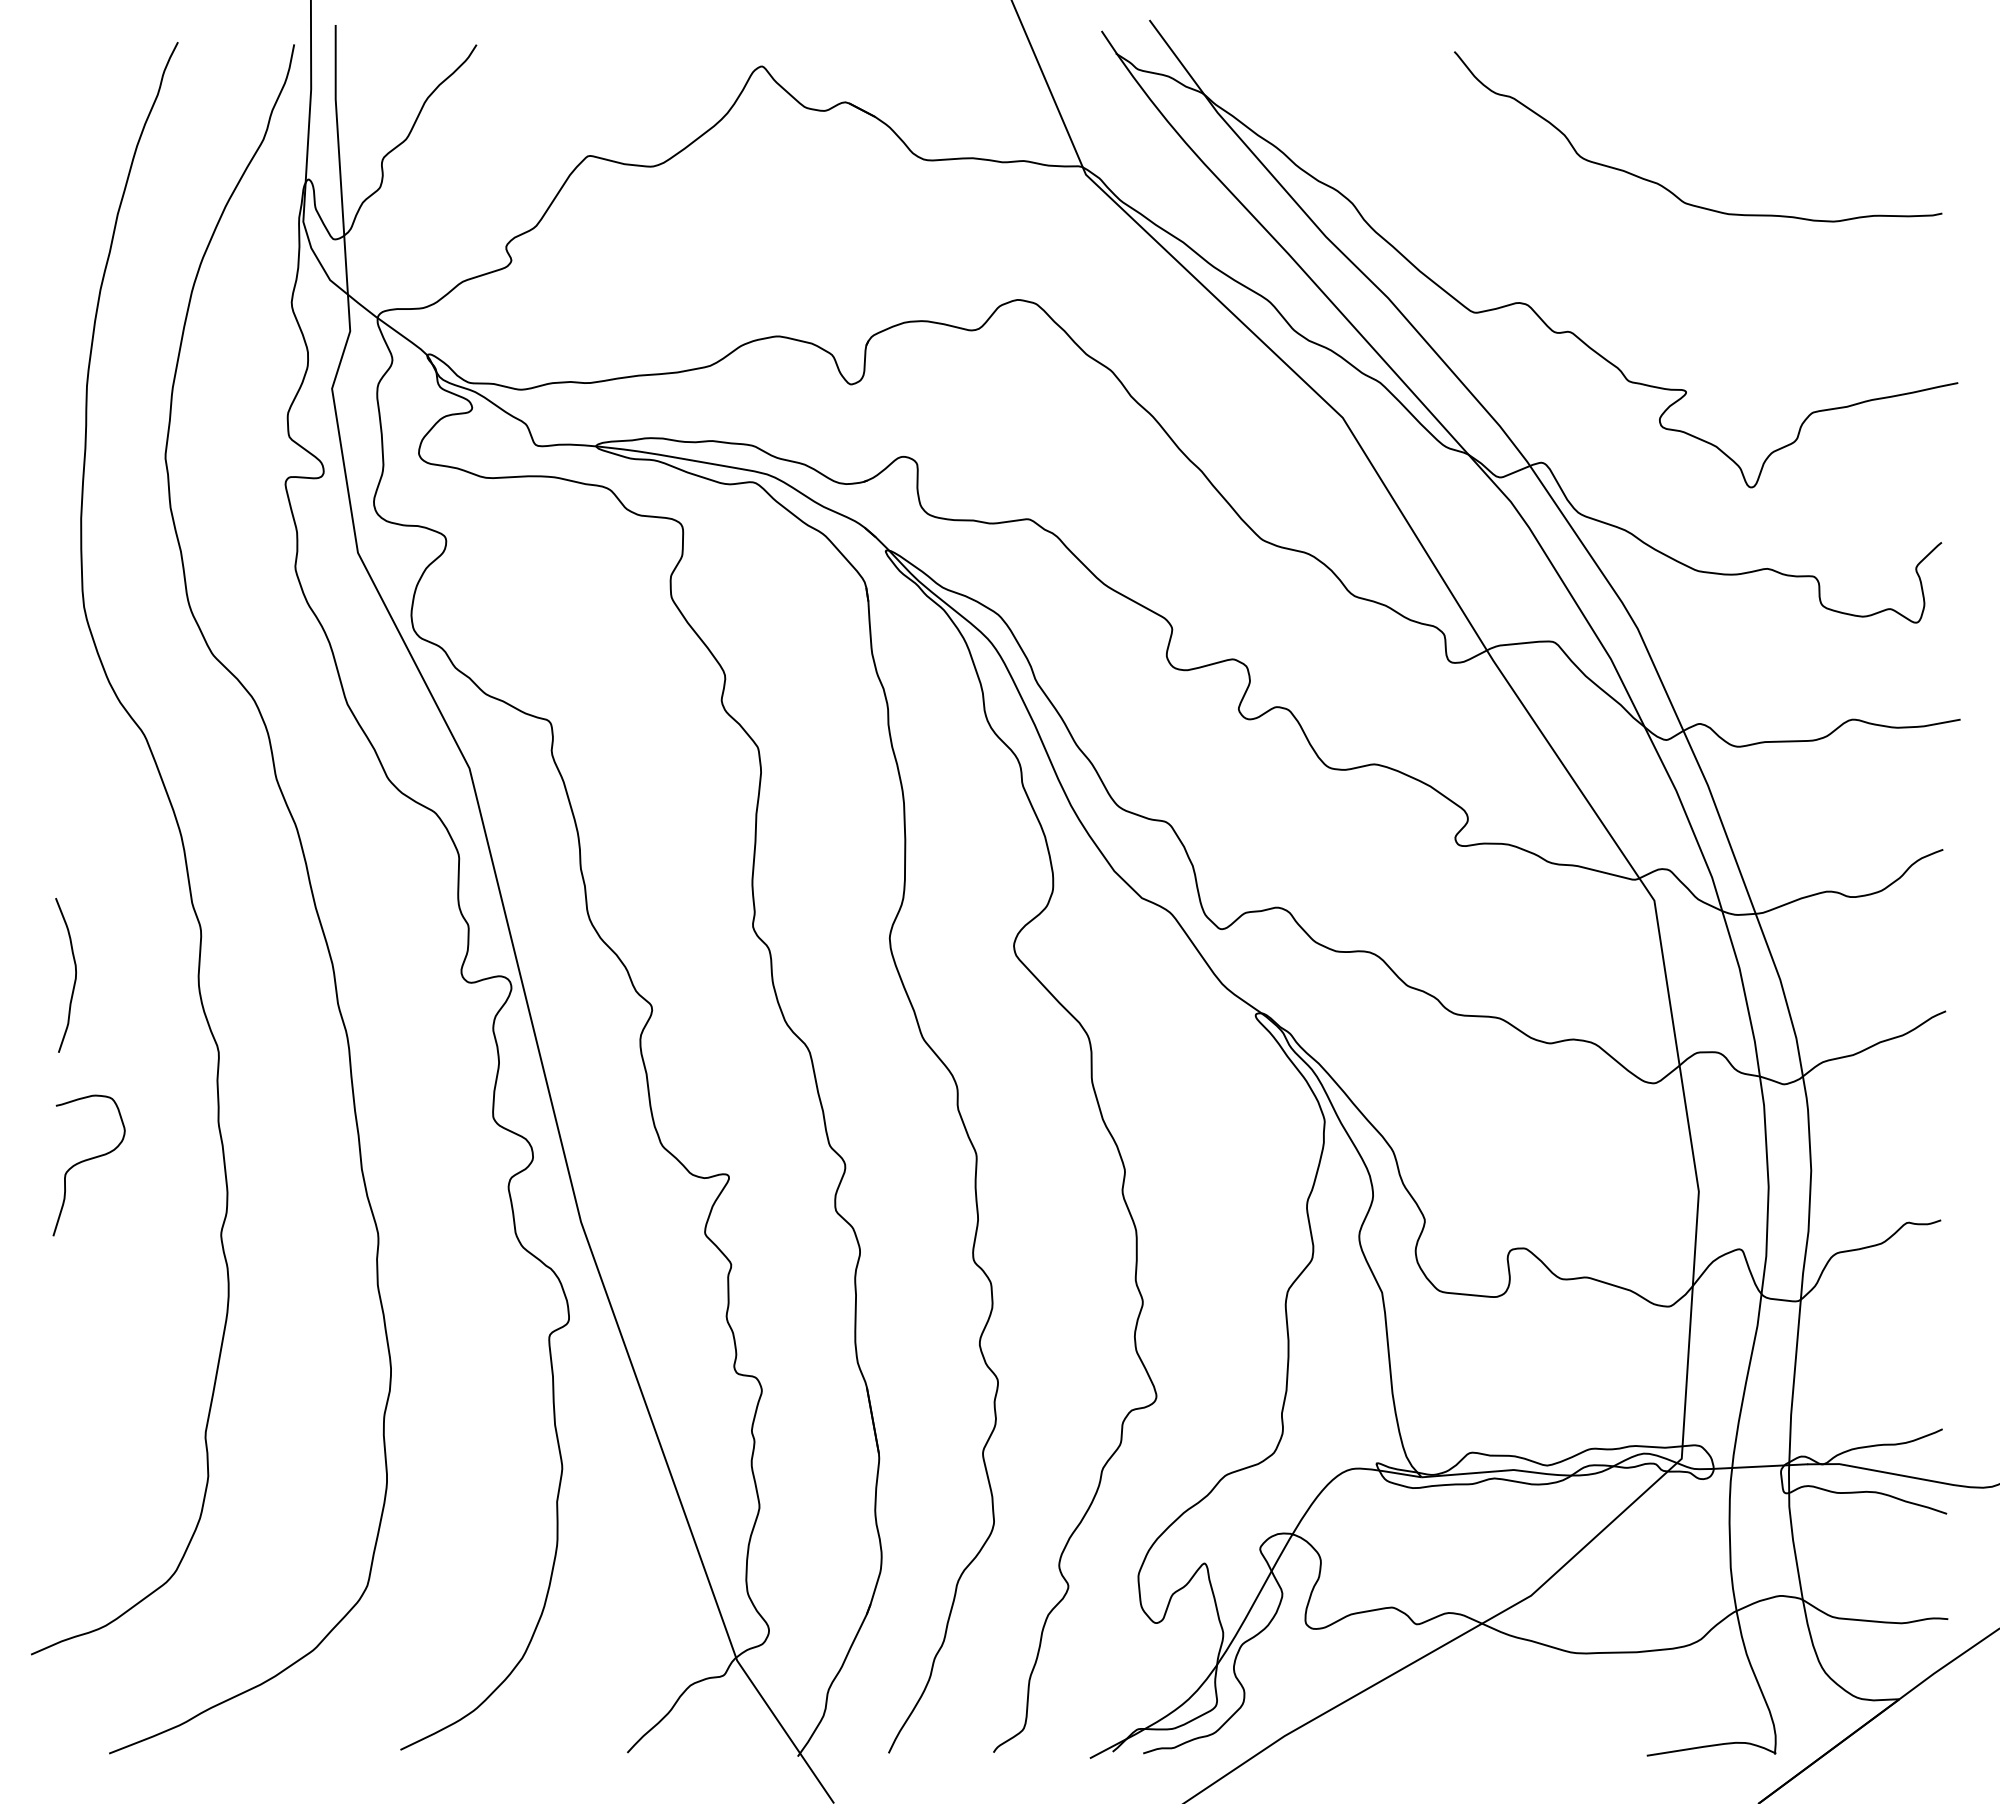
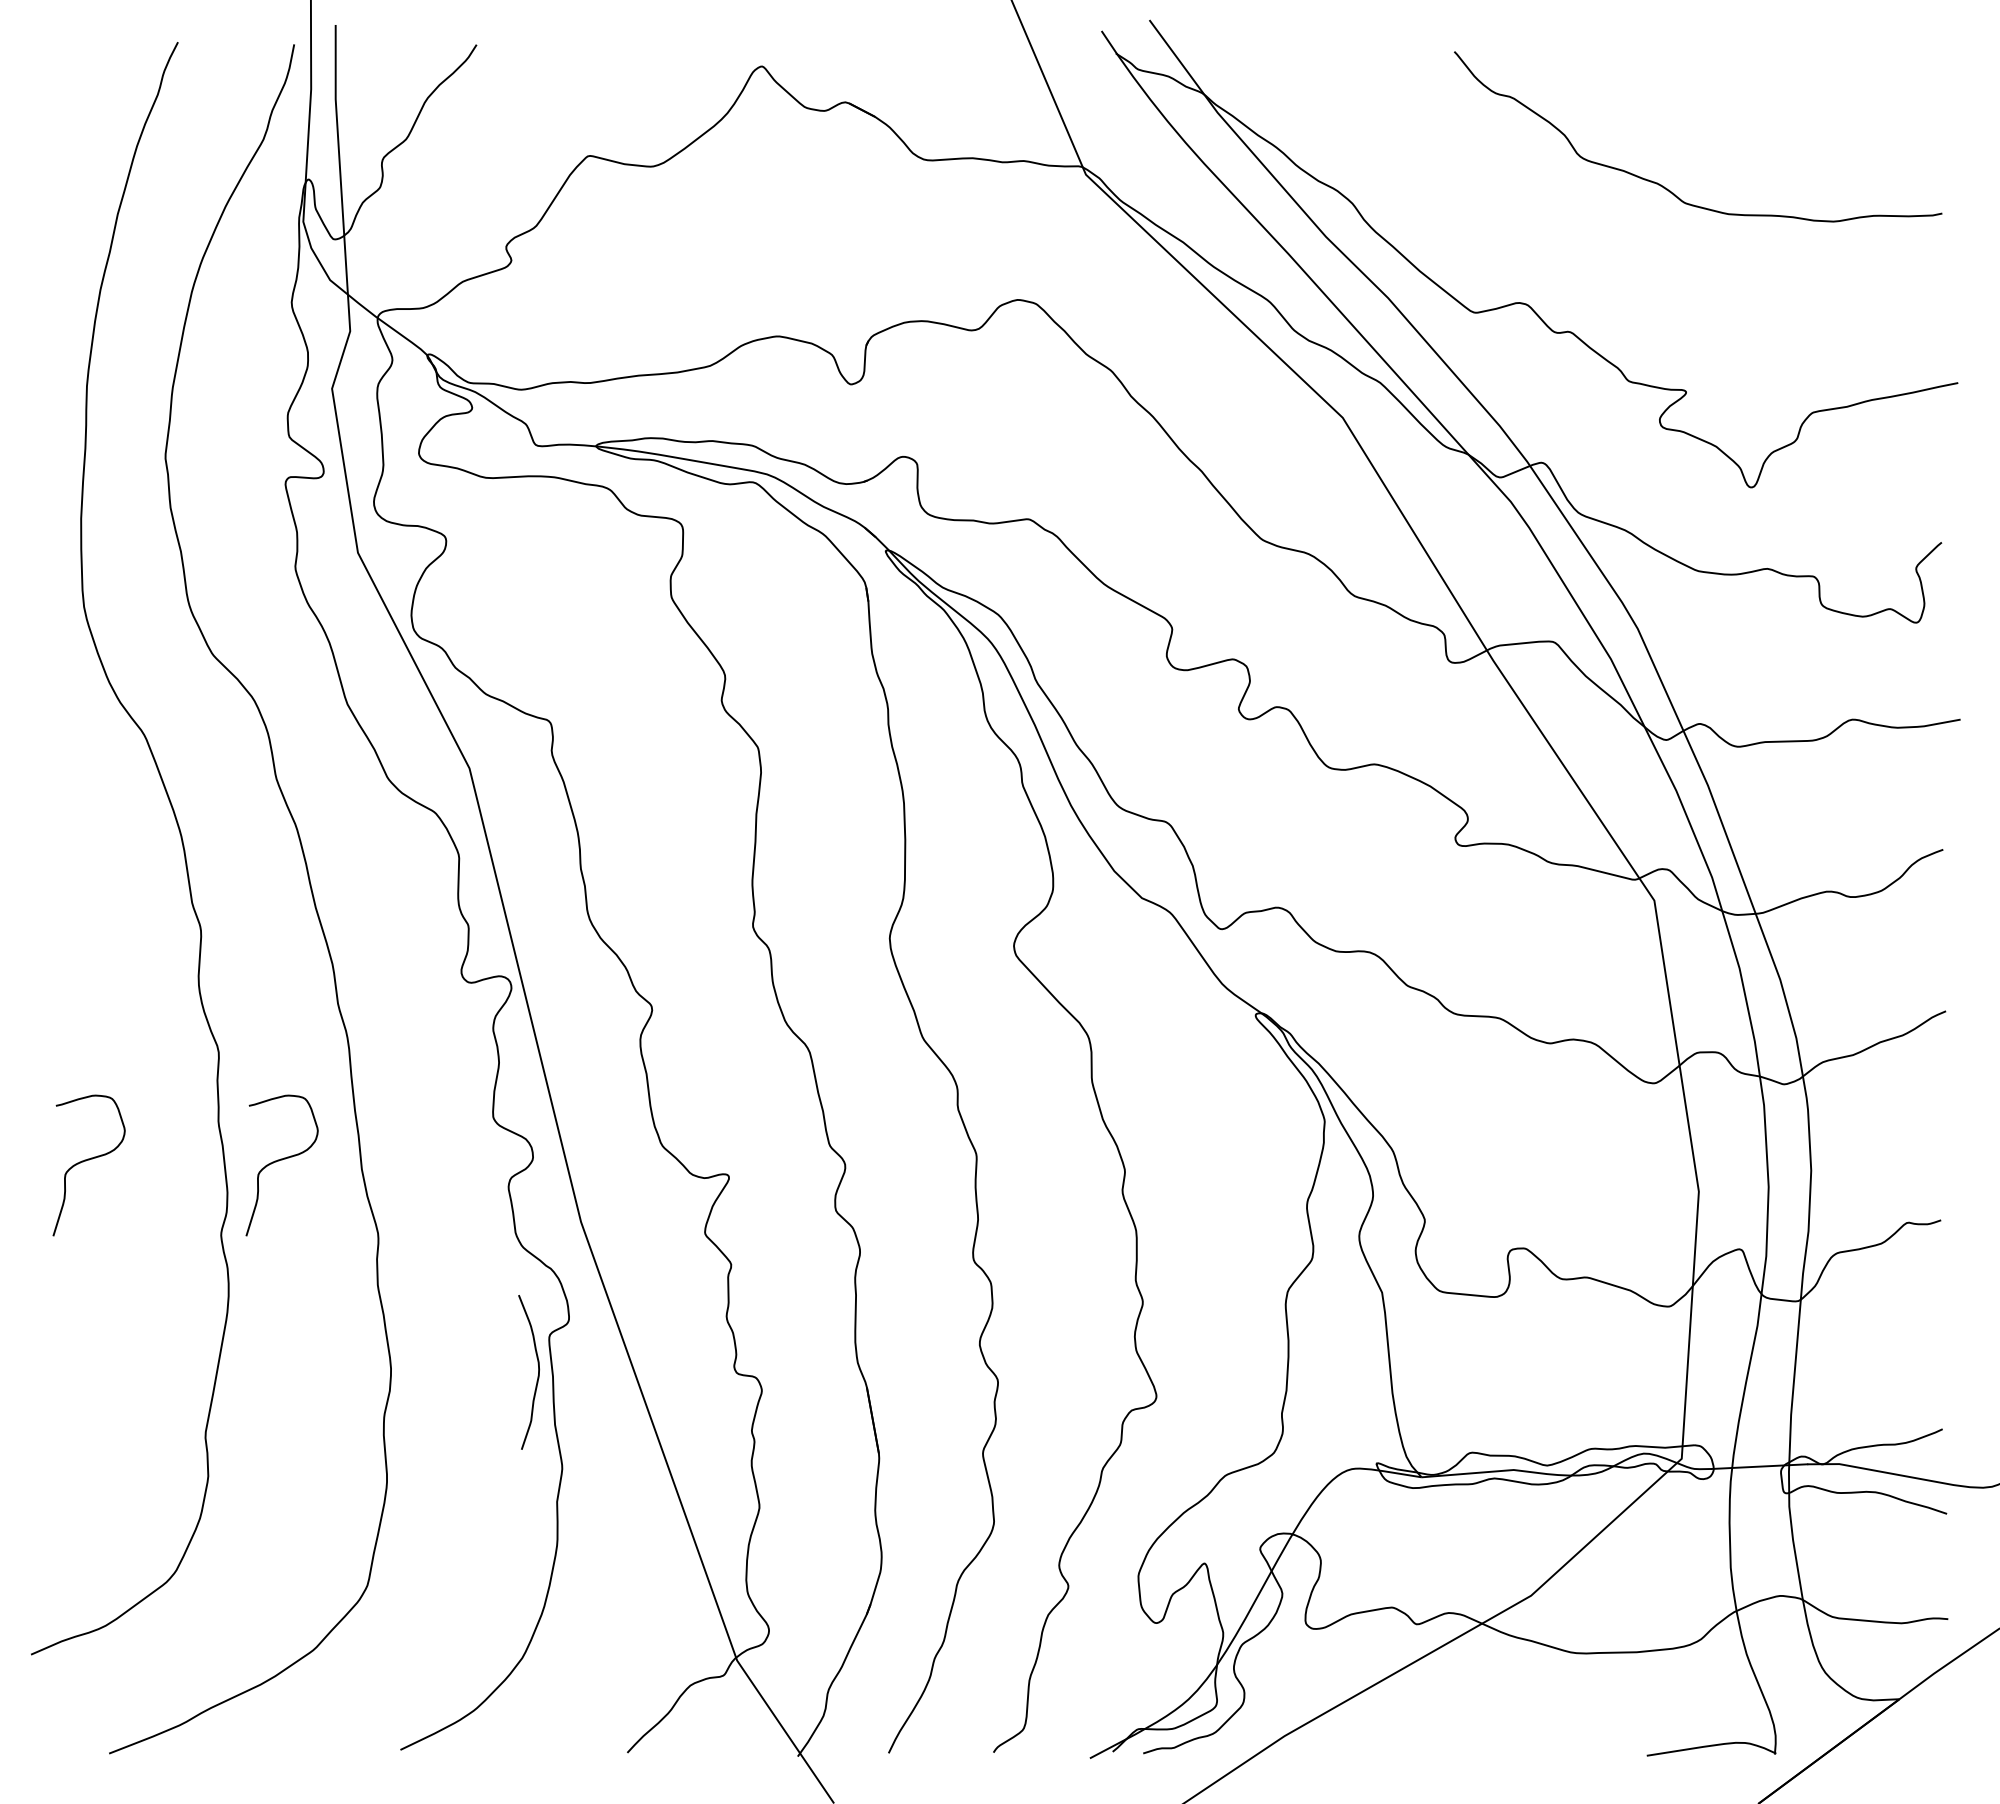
curve at (74, 979) position: (74, 979) -> (537, 1376)
curve at (279, 1161): none -> present
